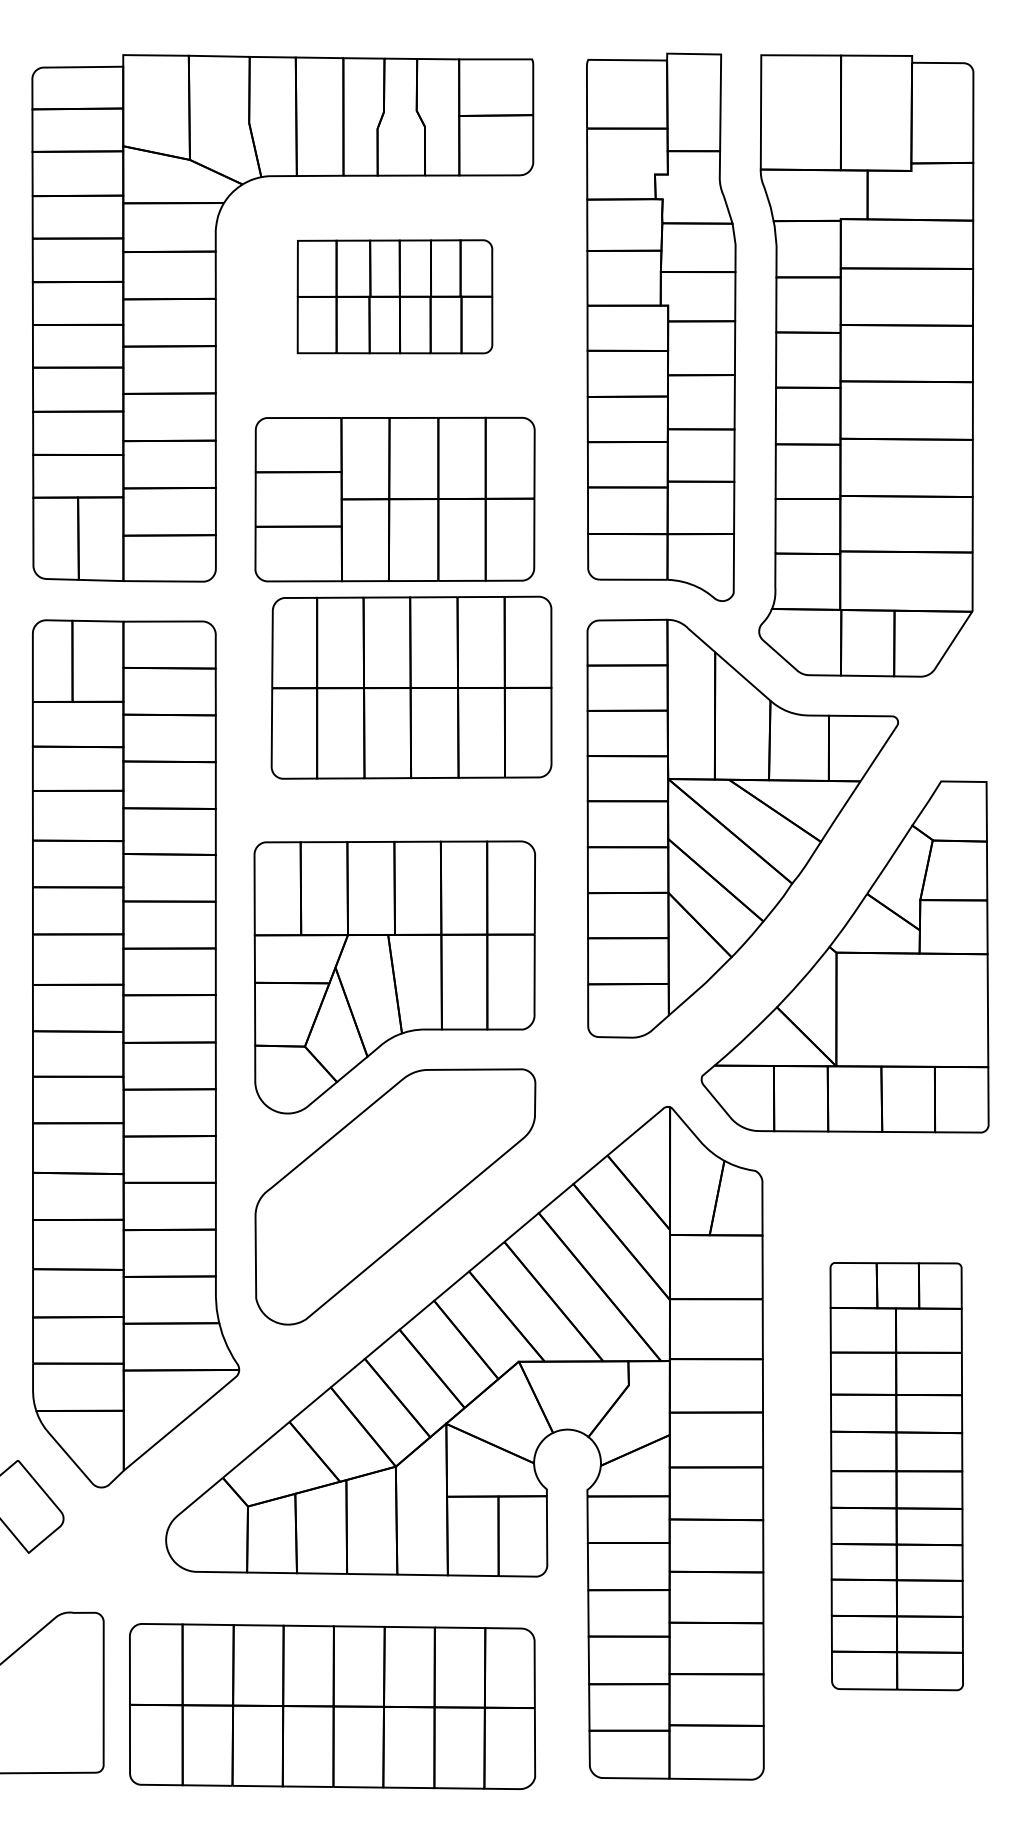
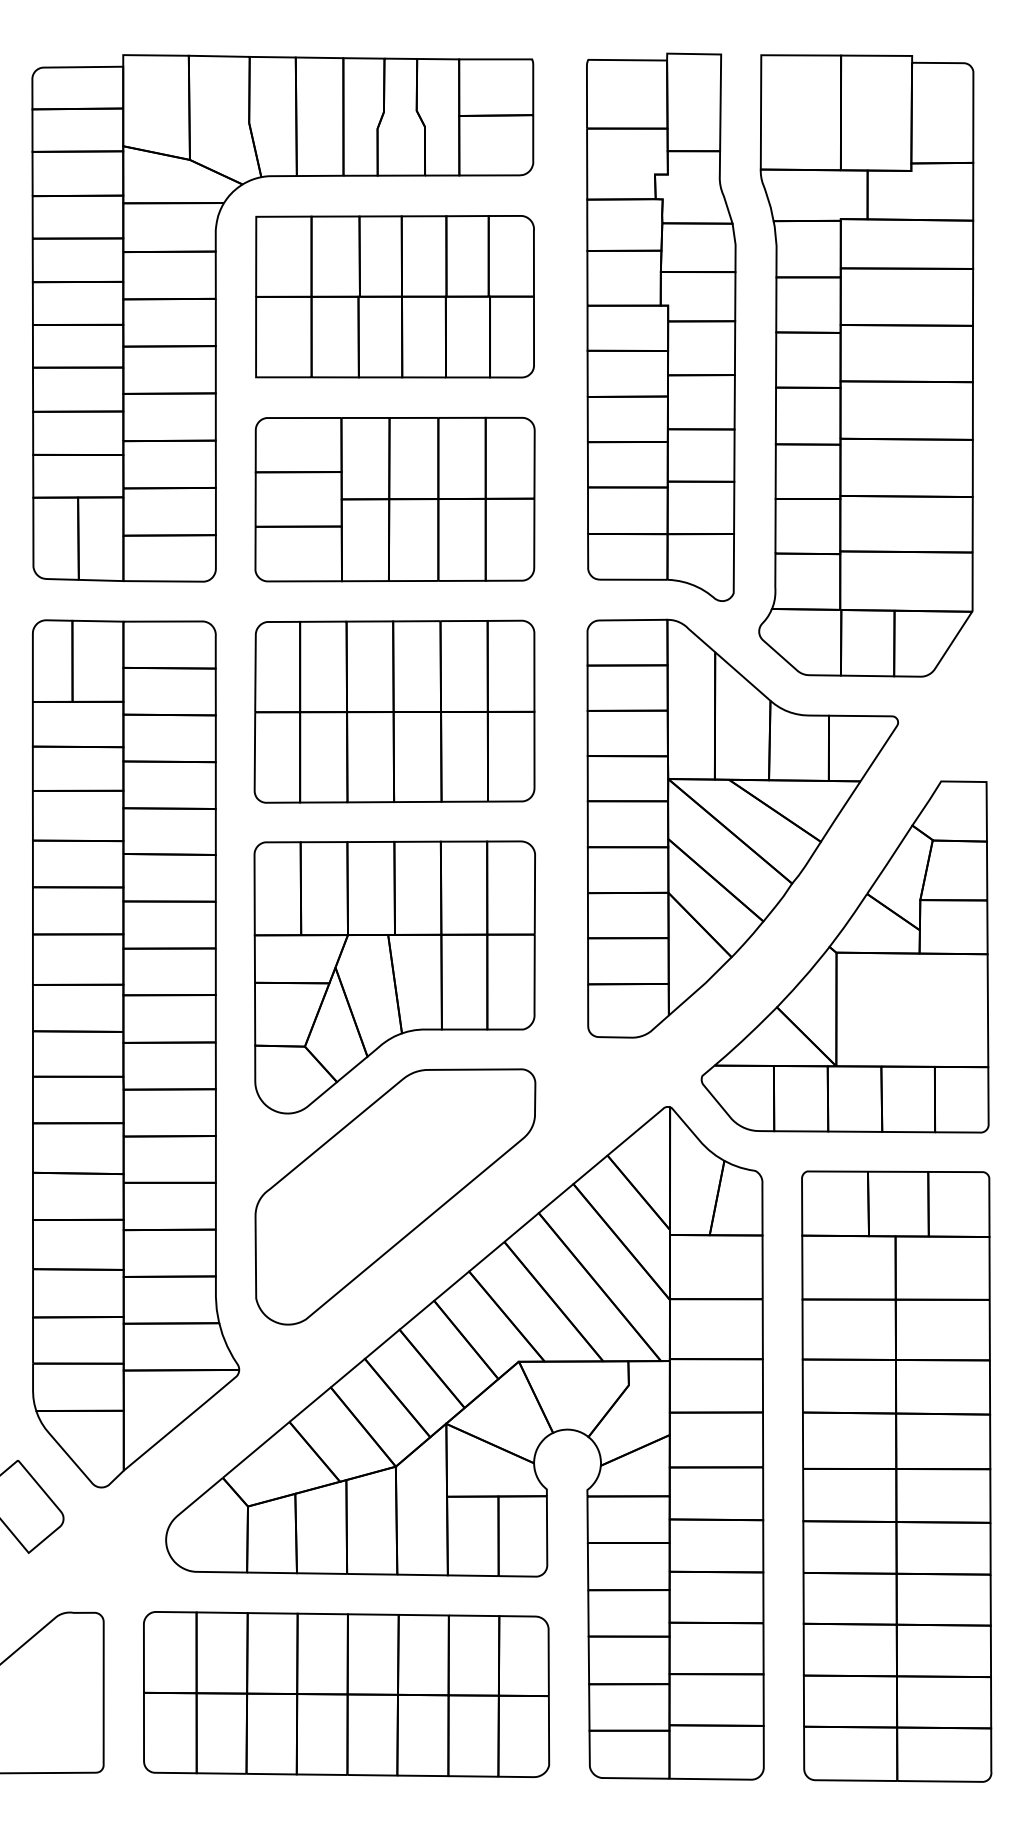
part at (394, 296) size: 198x116 px -> 280x164 px
part at (411, 687) position: (411, 687) -> (394, 711)
part at (896, 1476) size: 135x430 px -> 192x613 px
part at (332, 1706) position: (332, 1706) -> (346, 1694)
